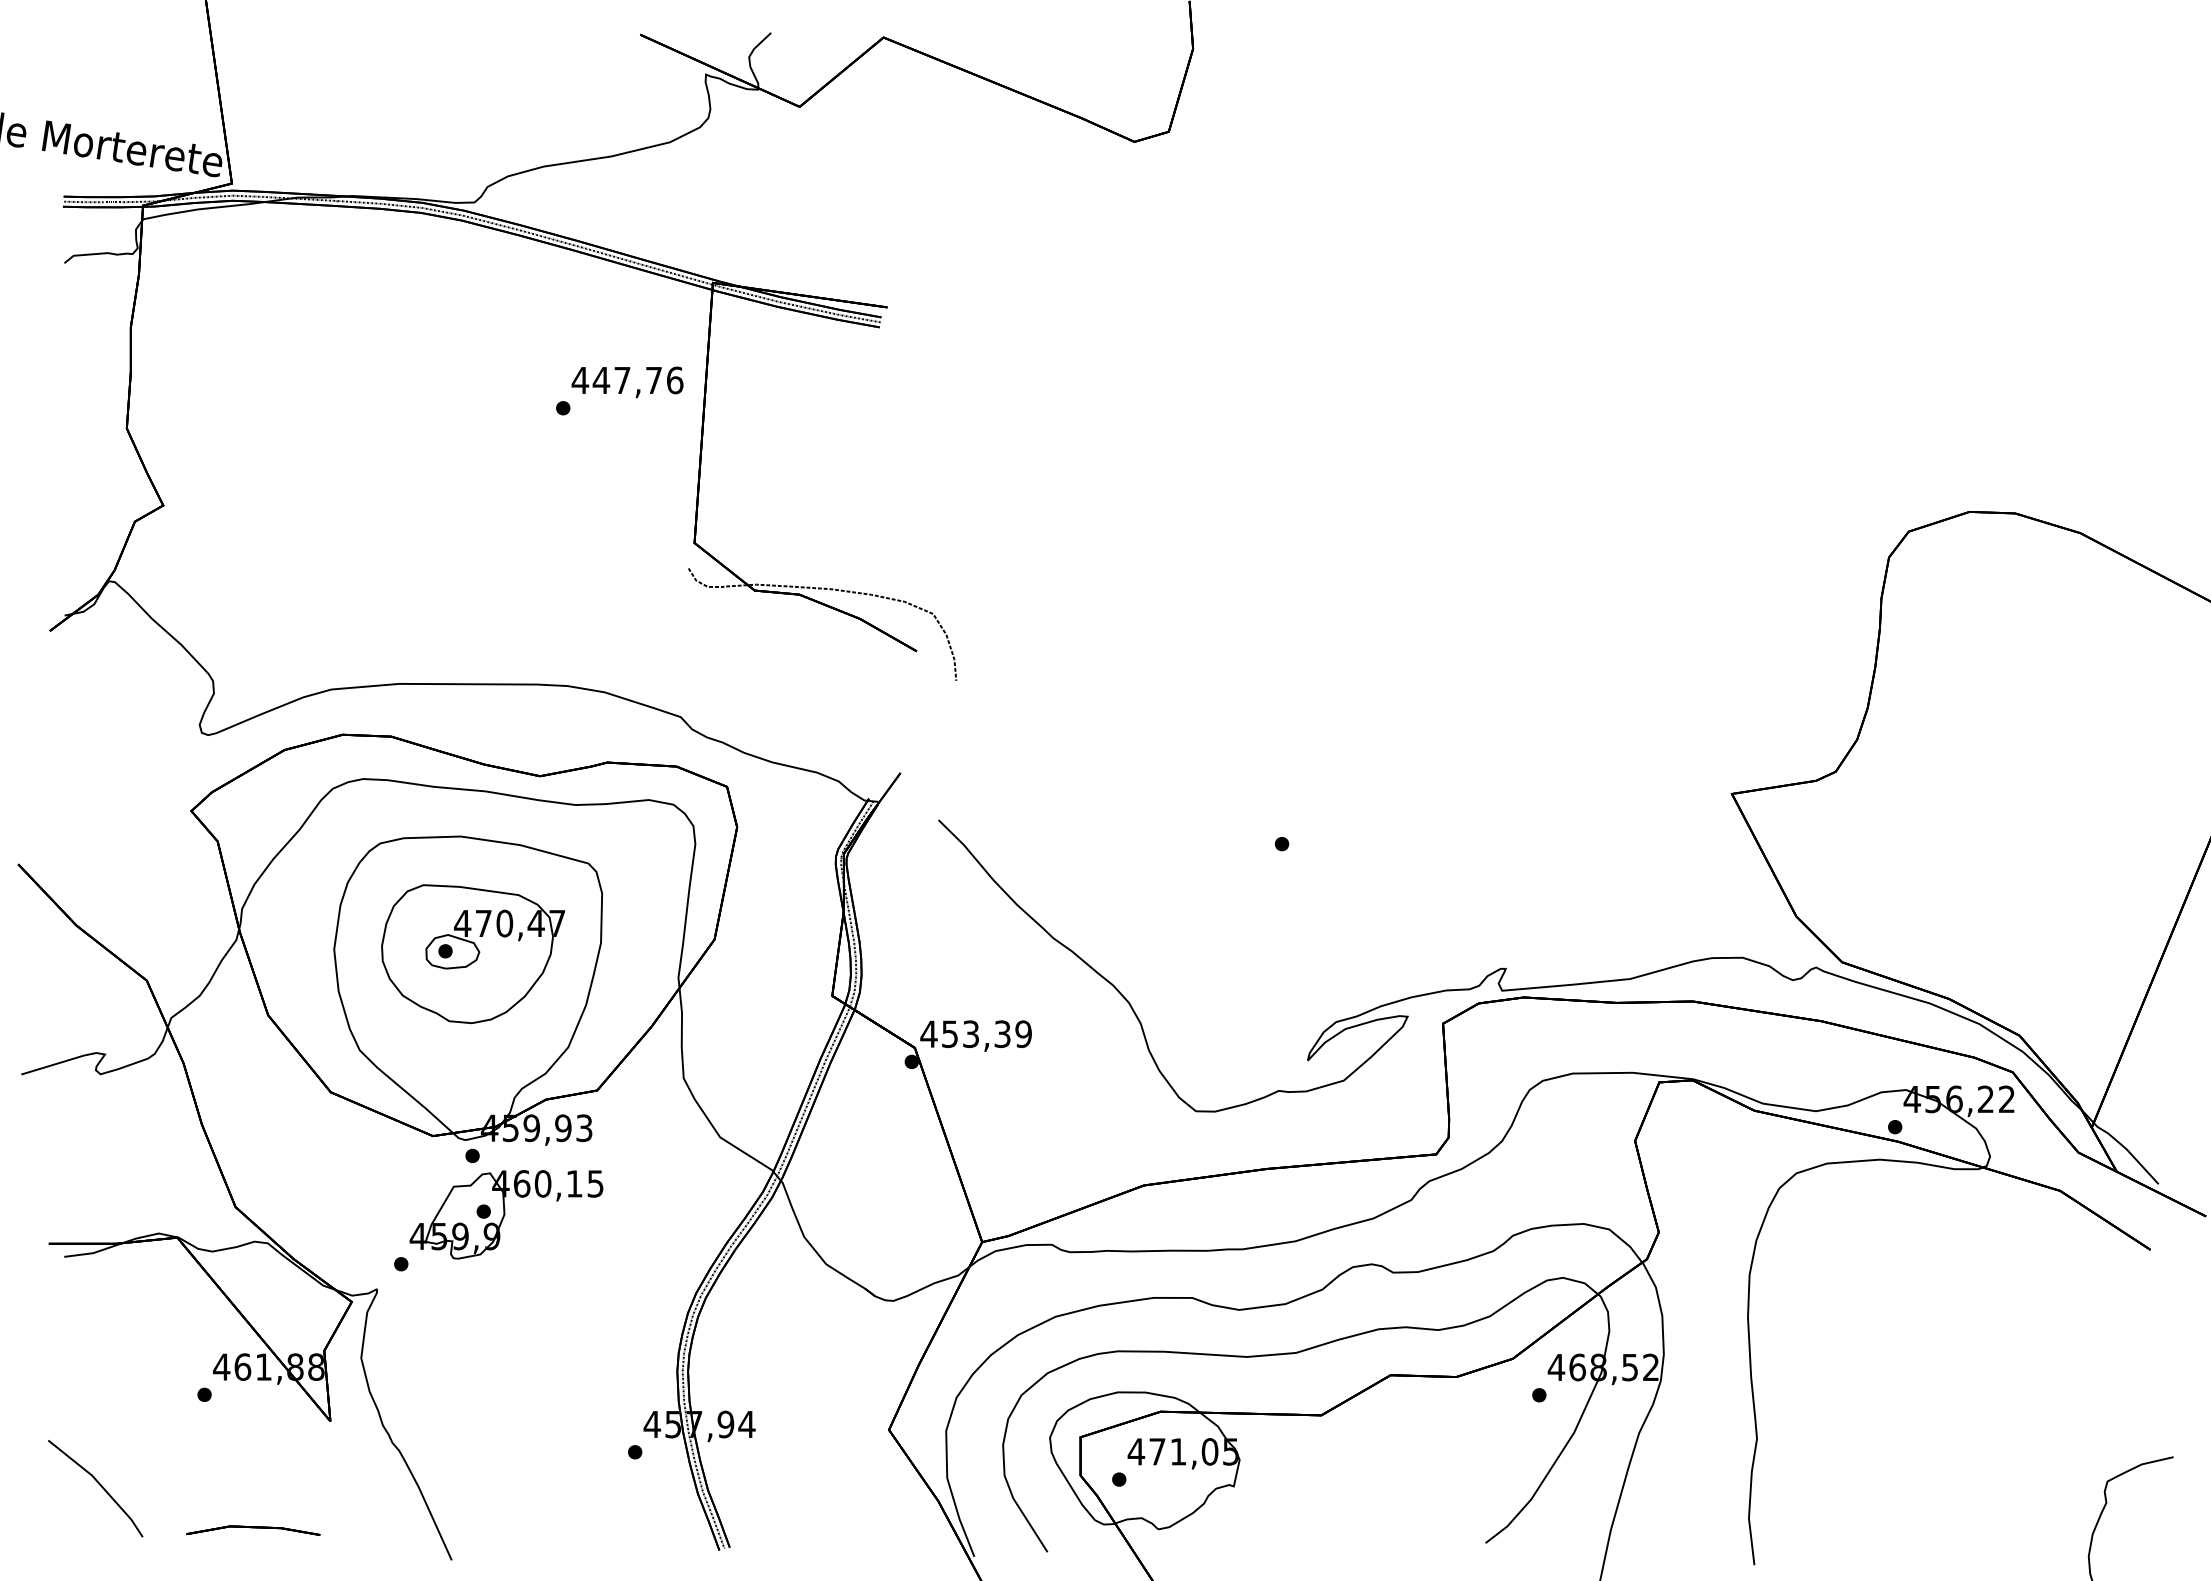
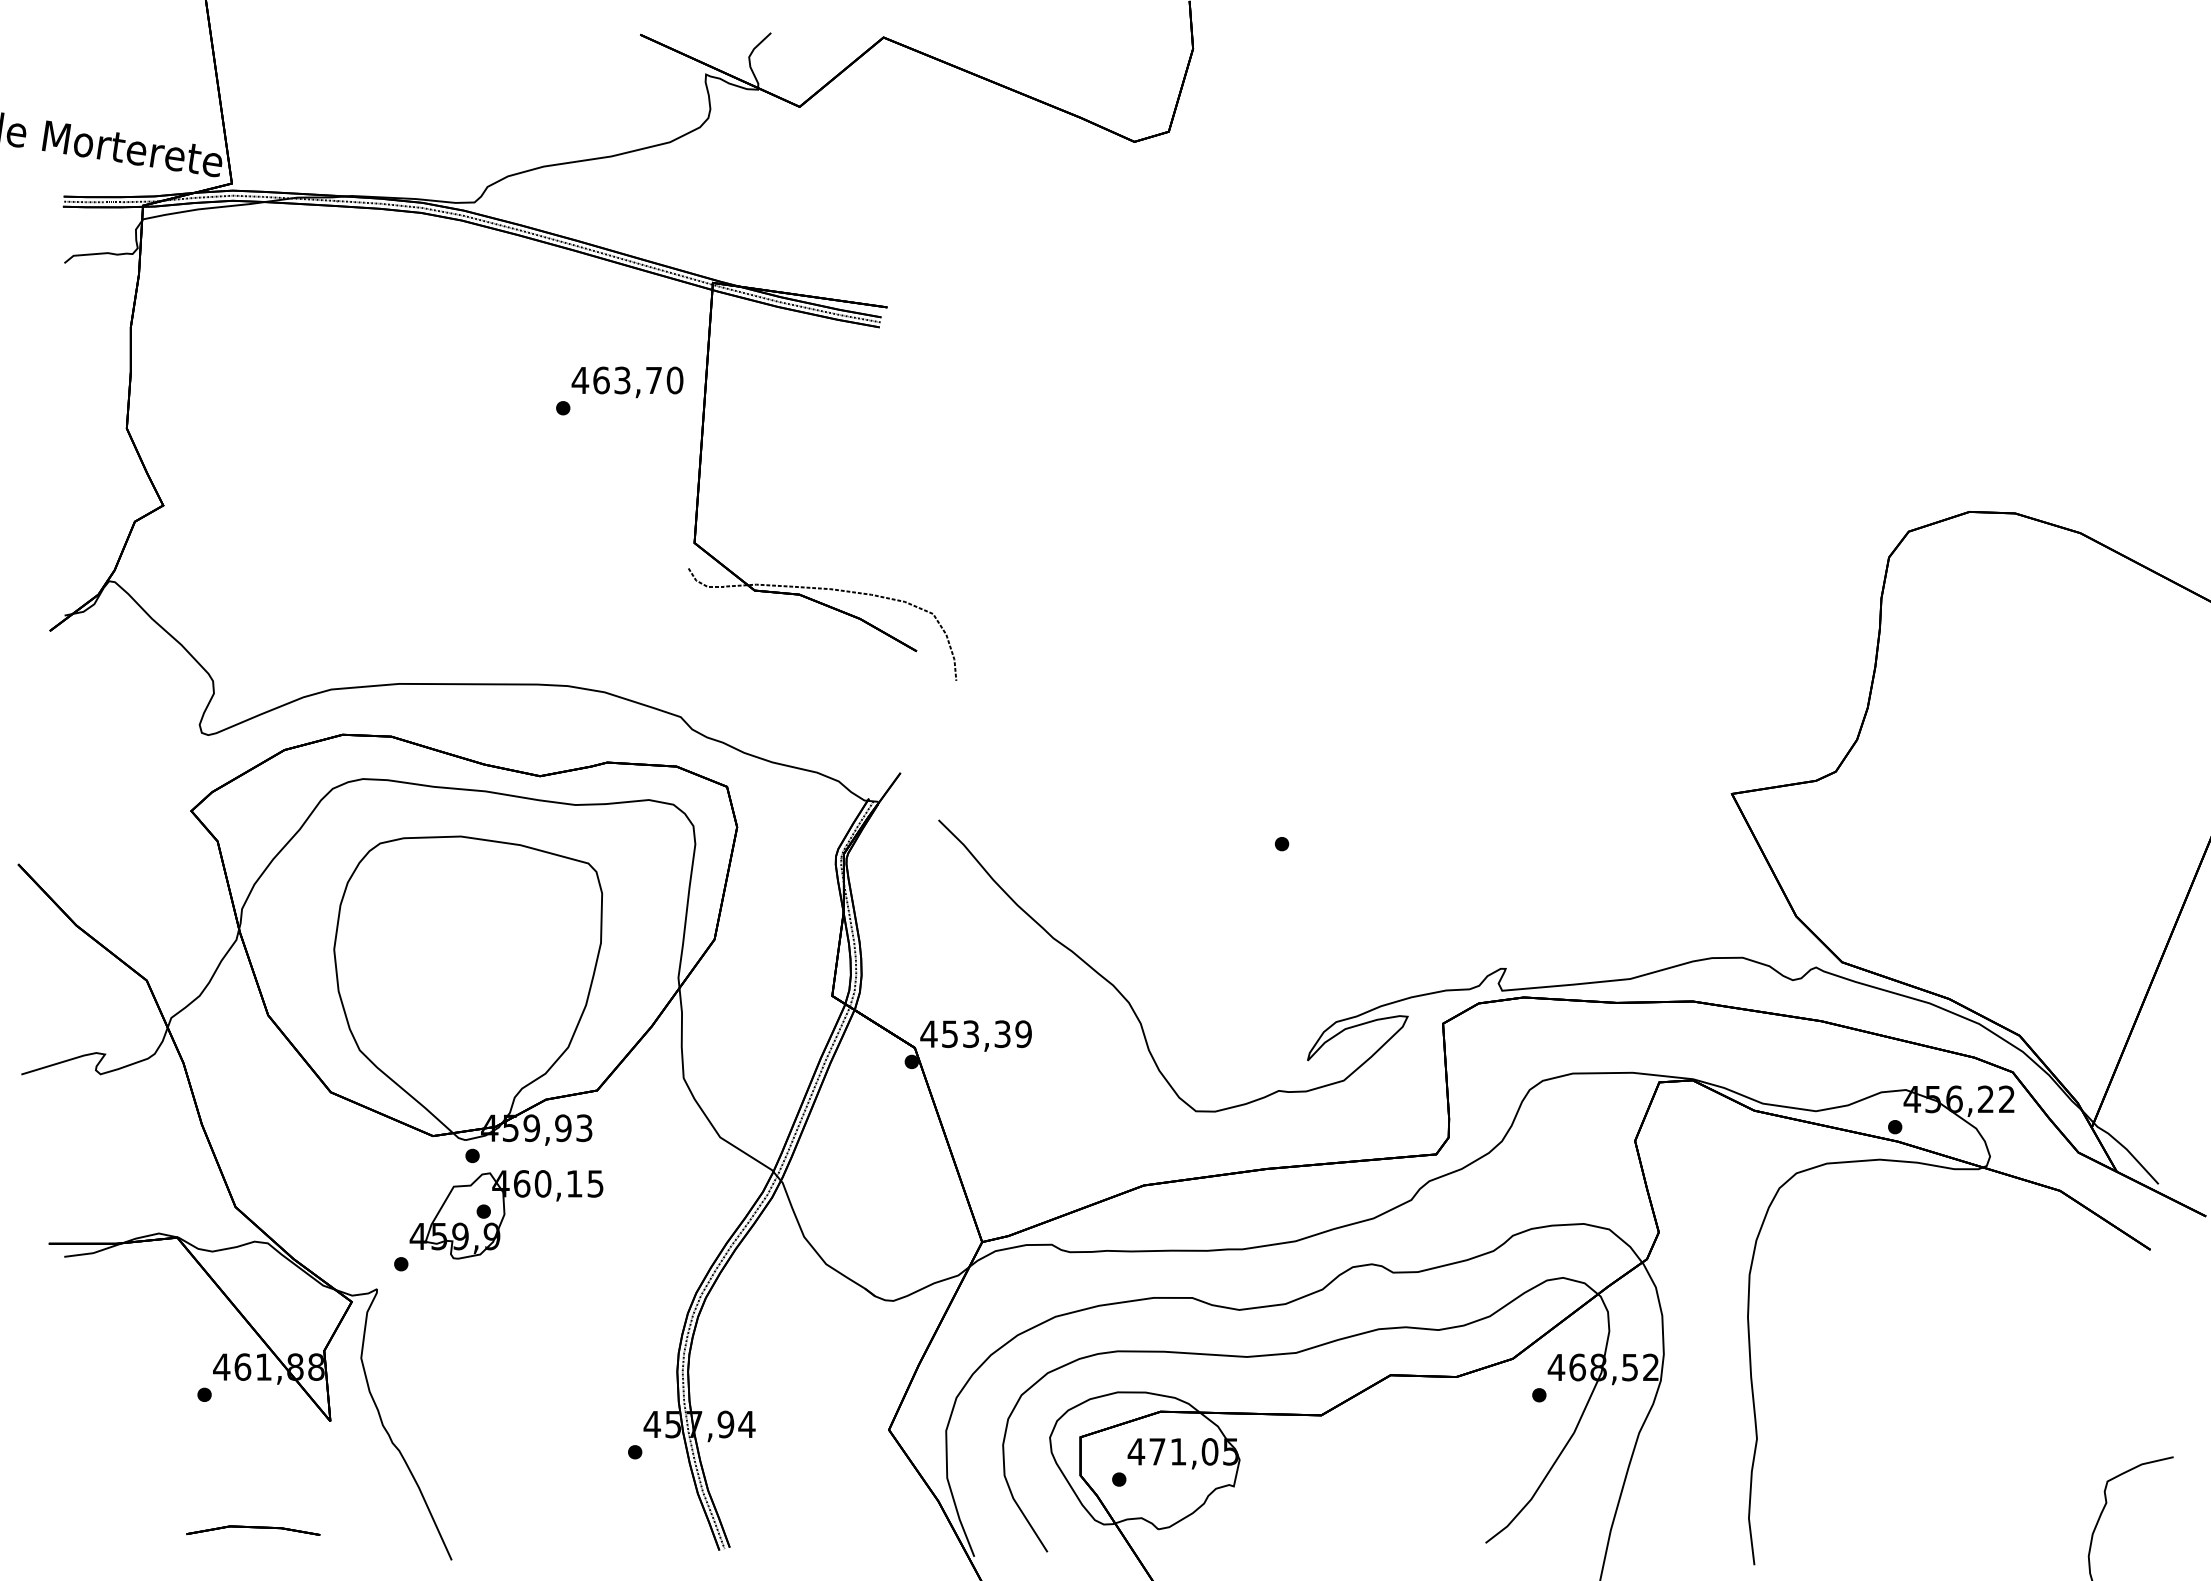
text at (637, 380): 447,76 -> 463,70
part at (472, 954): present -> none
line at (98, 1484): present -> none
